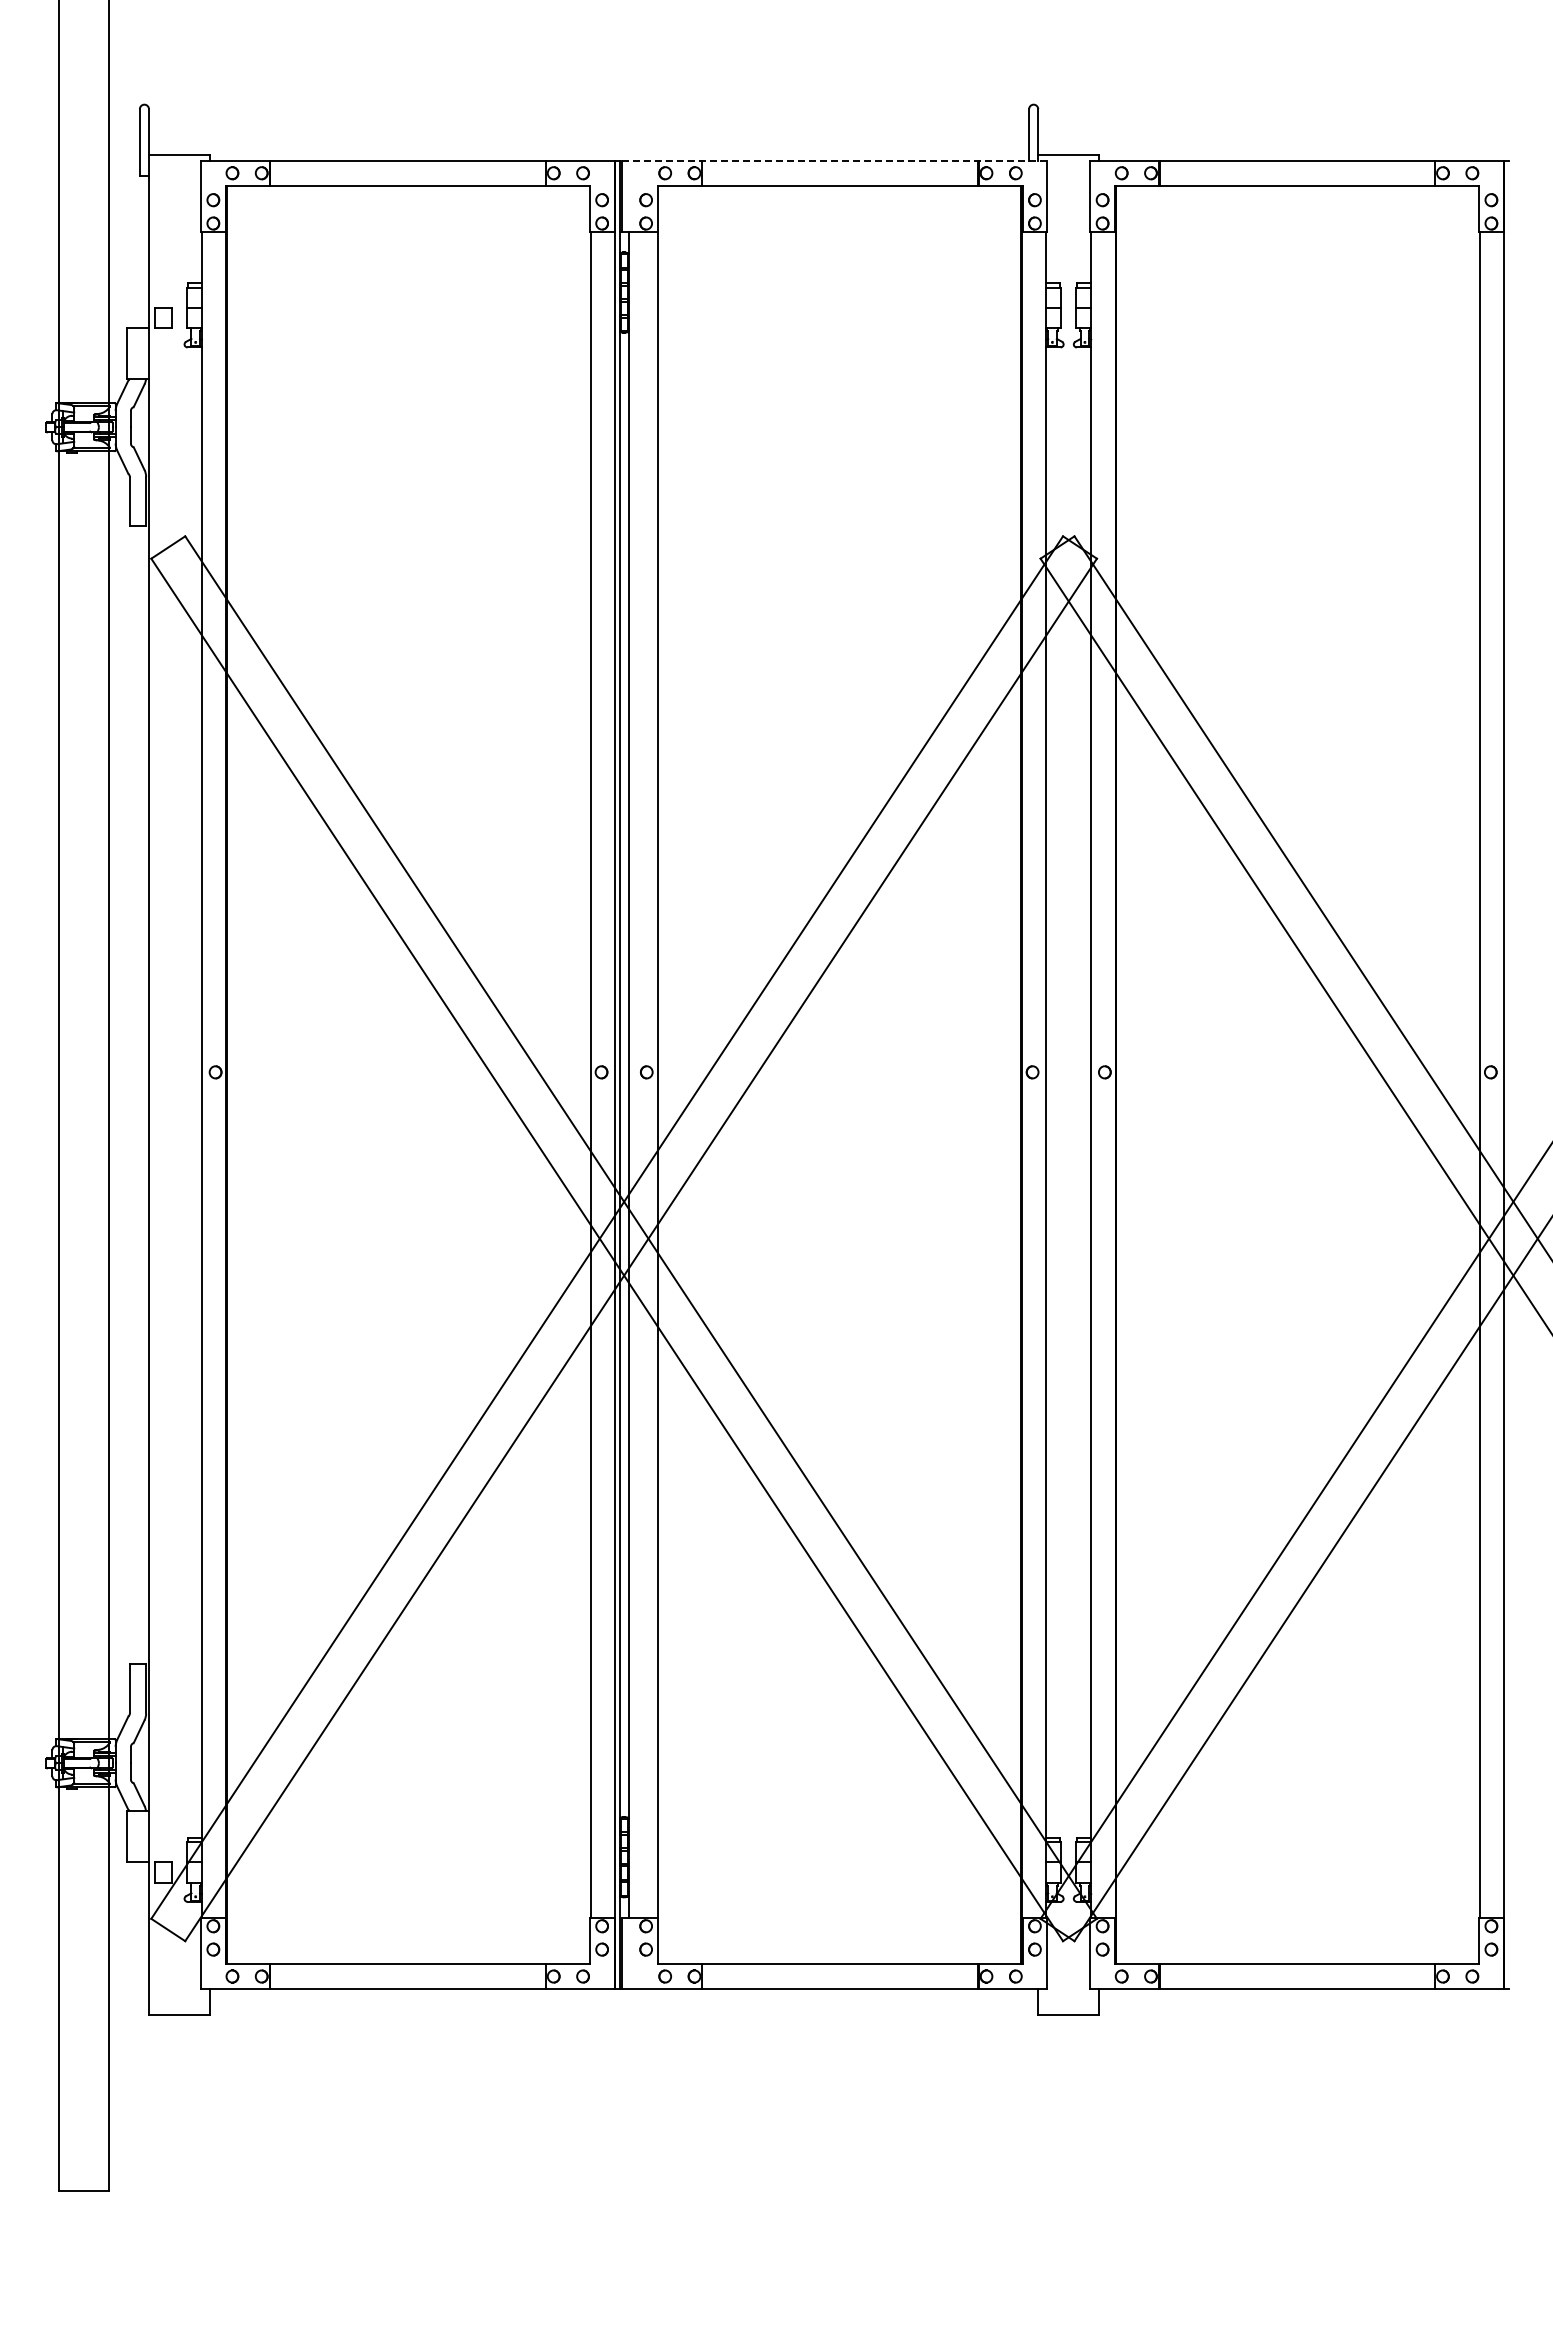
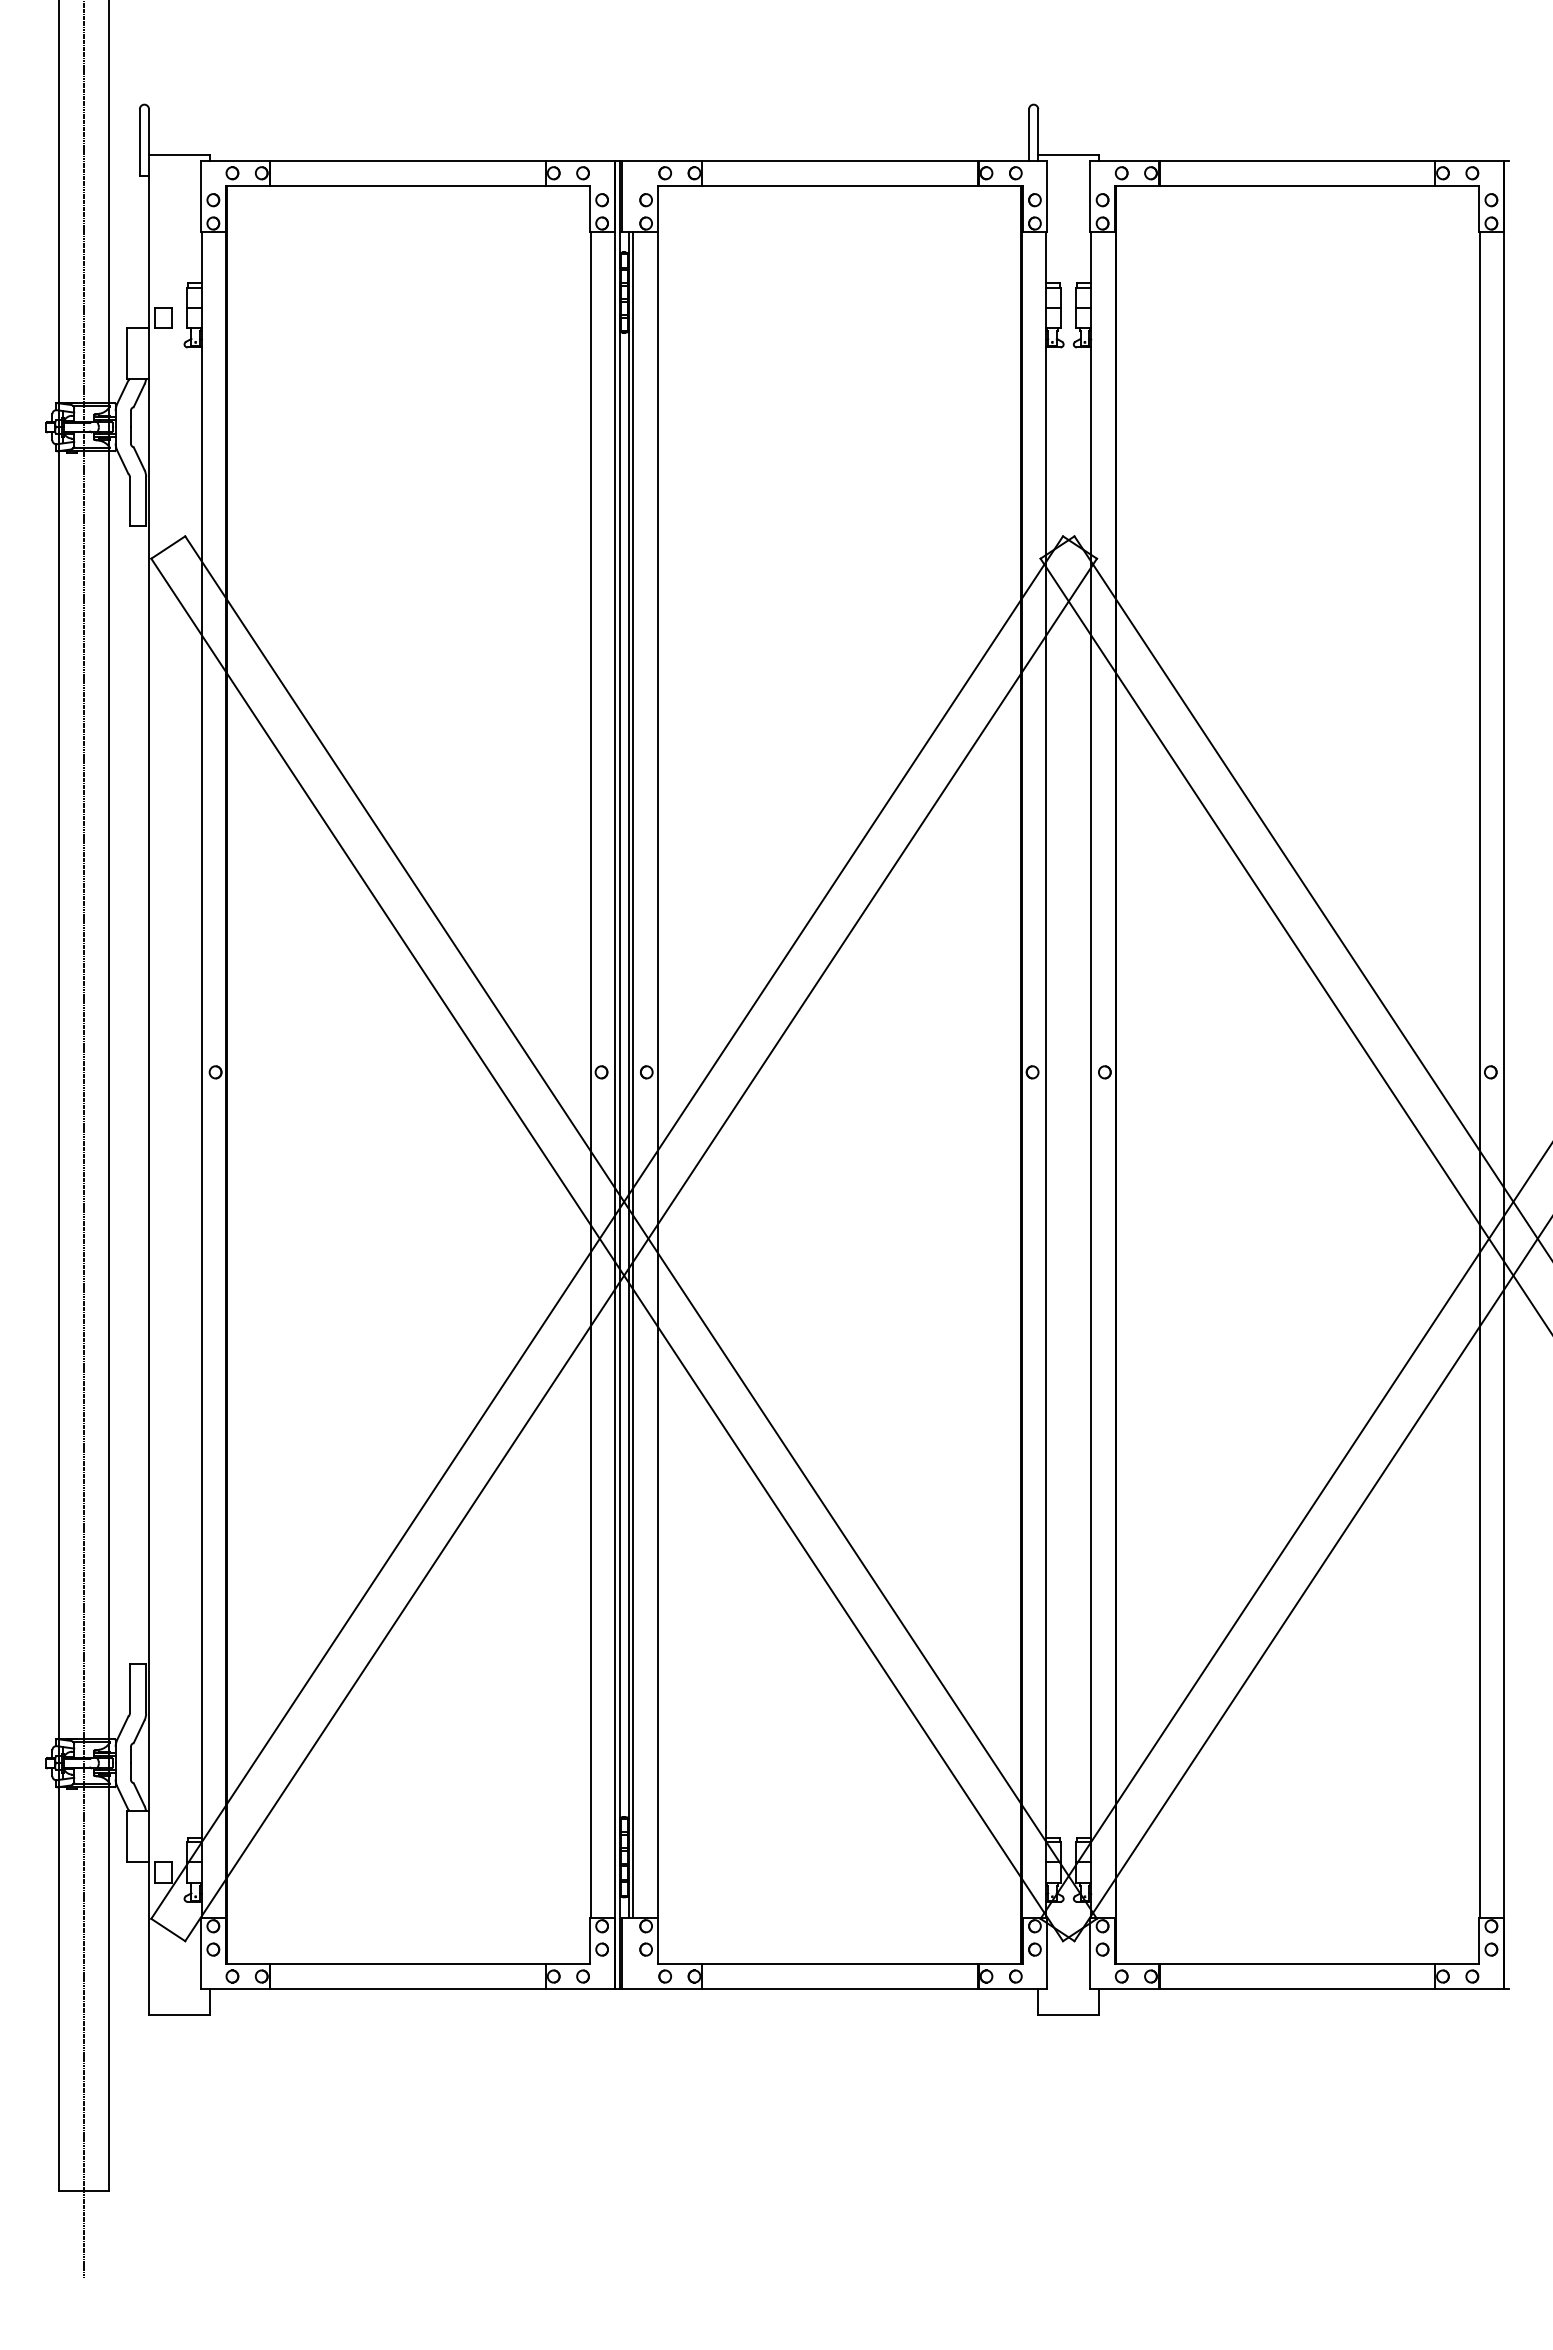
line at (834, 160): dashed -> solid
line at (633, 1074): none -> present
line at (84, 1140): none -> present
